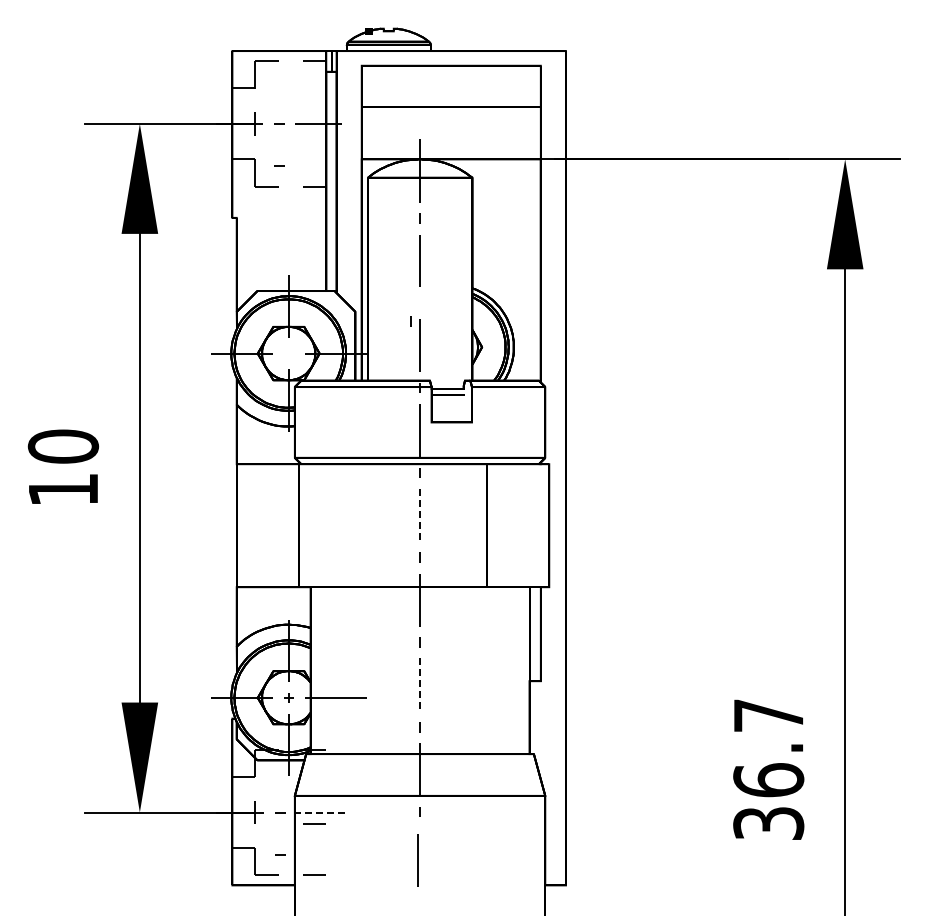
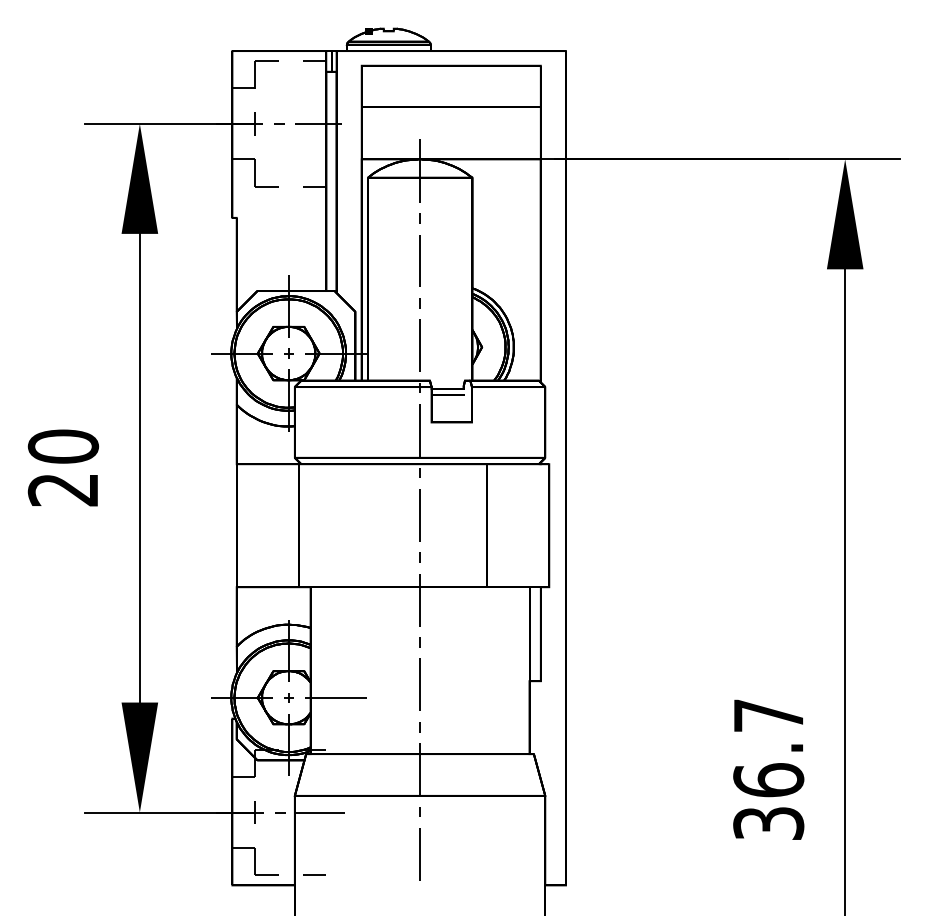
line at (279, 165): present -> none
line at (410, 321) position: (410, 321) -> (419, 303)
part at (288, 353): none -> present
text at (62, 490): 10 -> 20
line at (420, 515): dashed -> solid
line at (420, 685): dashed -> solid
line at (319, 812): dashed -> solid
line at (314, 823): present -> none
line at (280, 854): present -> none
line at (417, 860) position: (417, 860) -> (419, 854)
